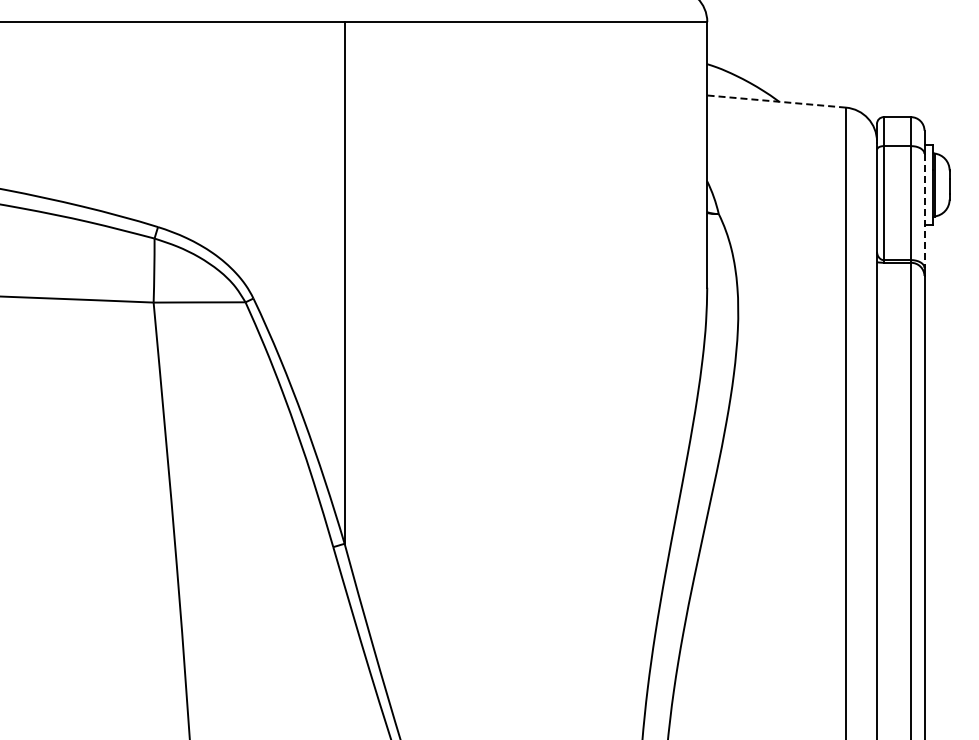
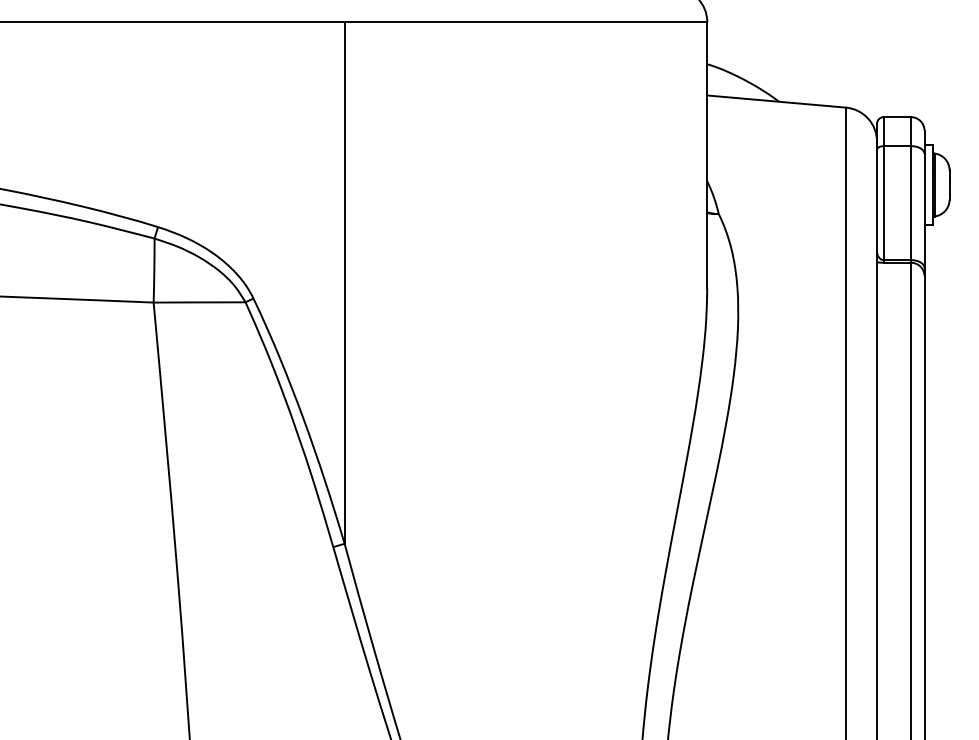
line at (776, 101): dashed -> solid
line at (924, 211): dashed -> solid
